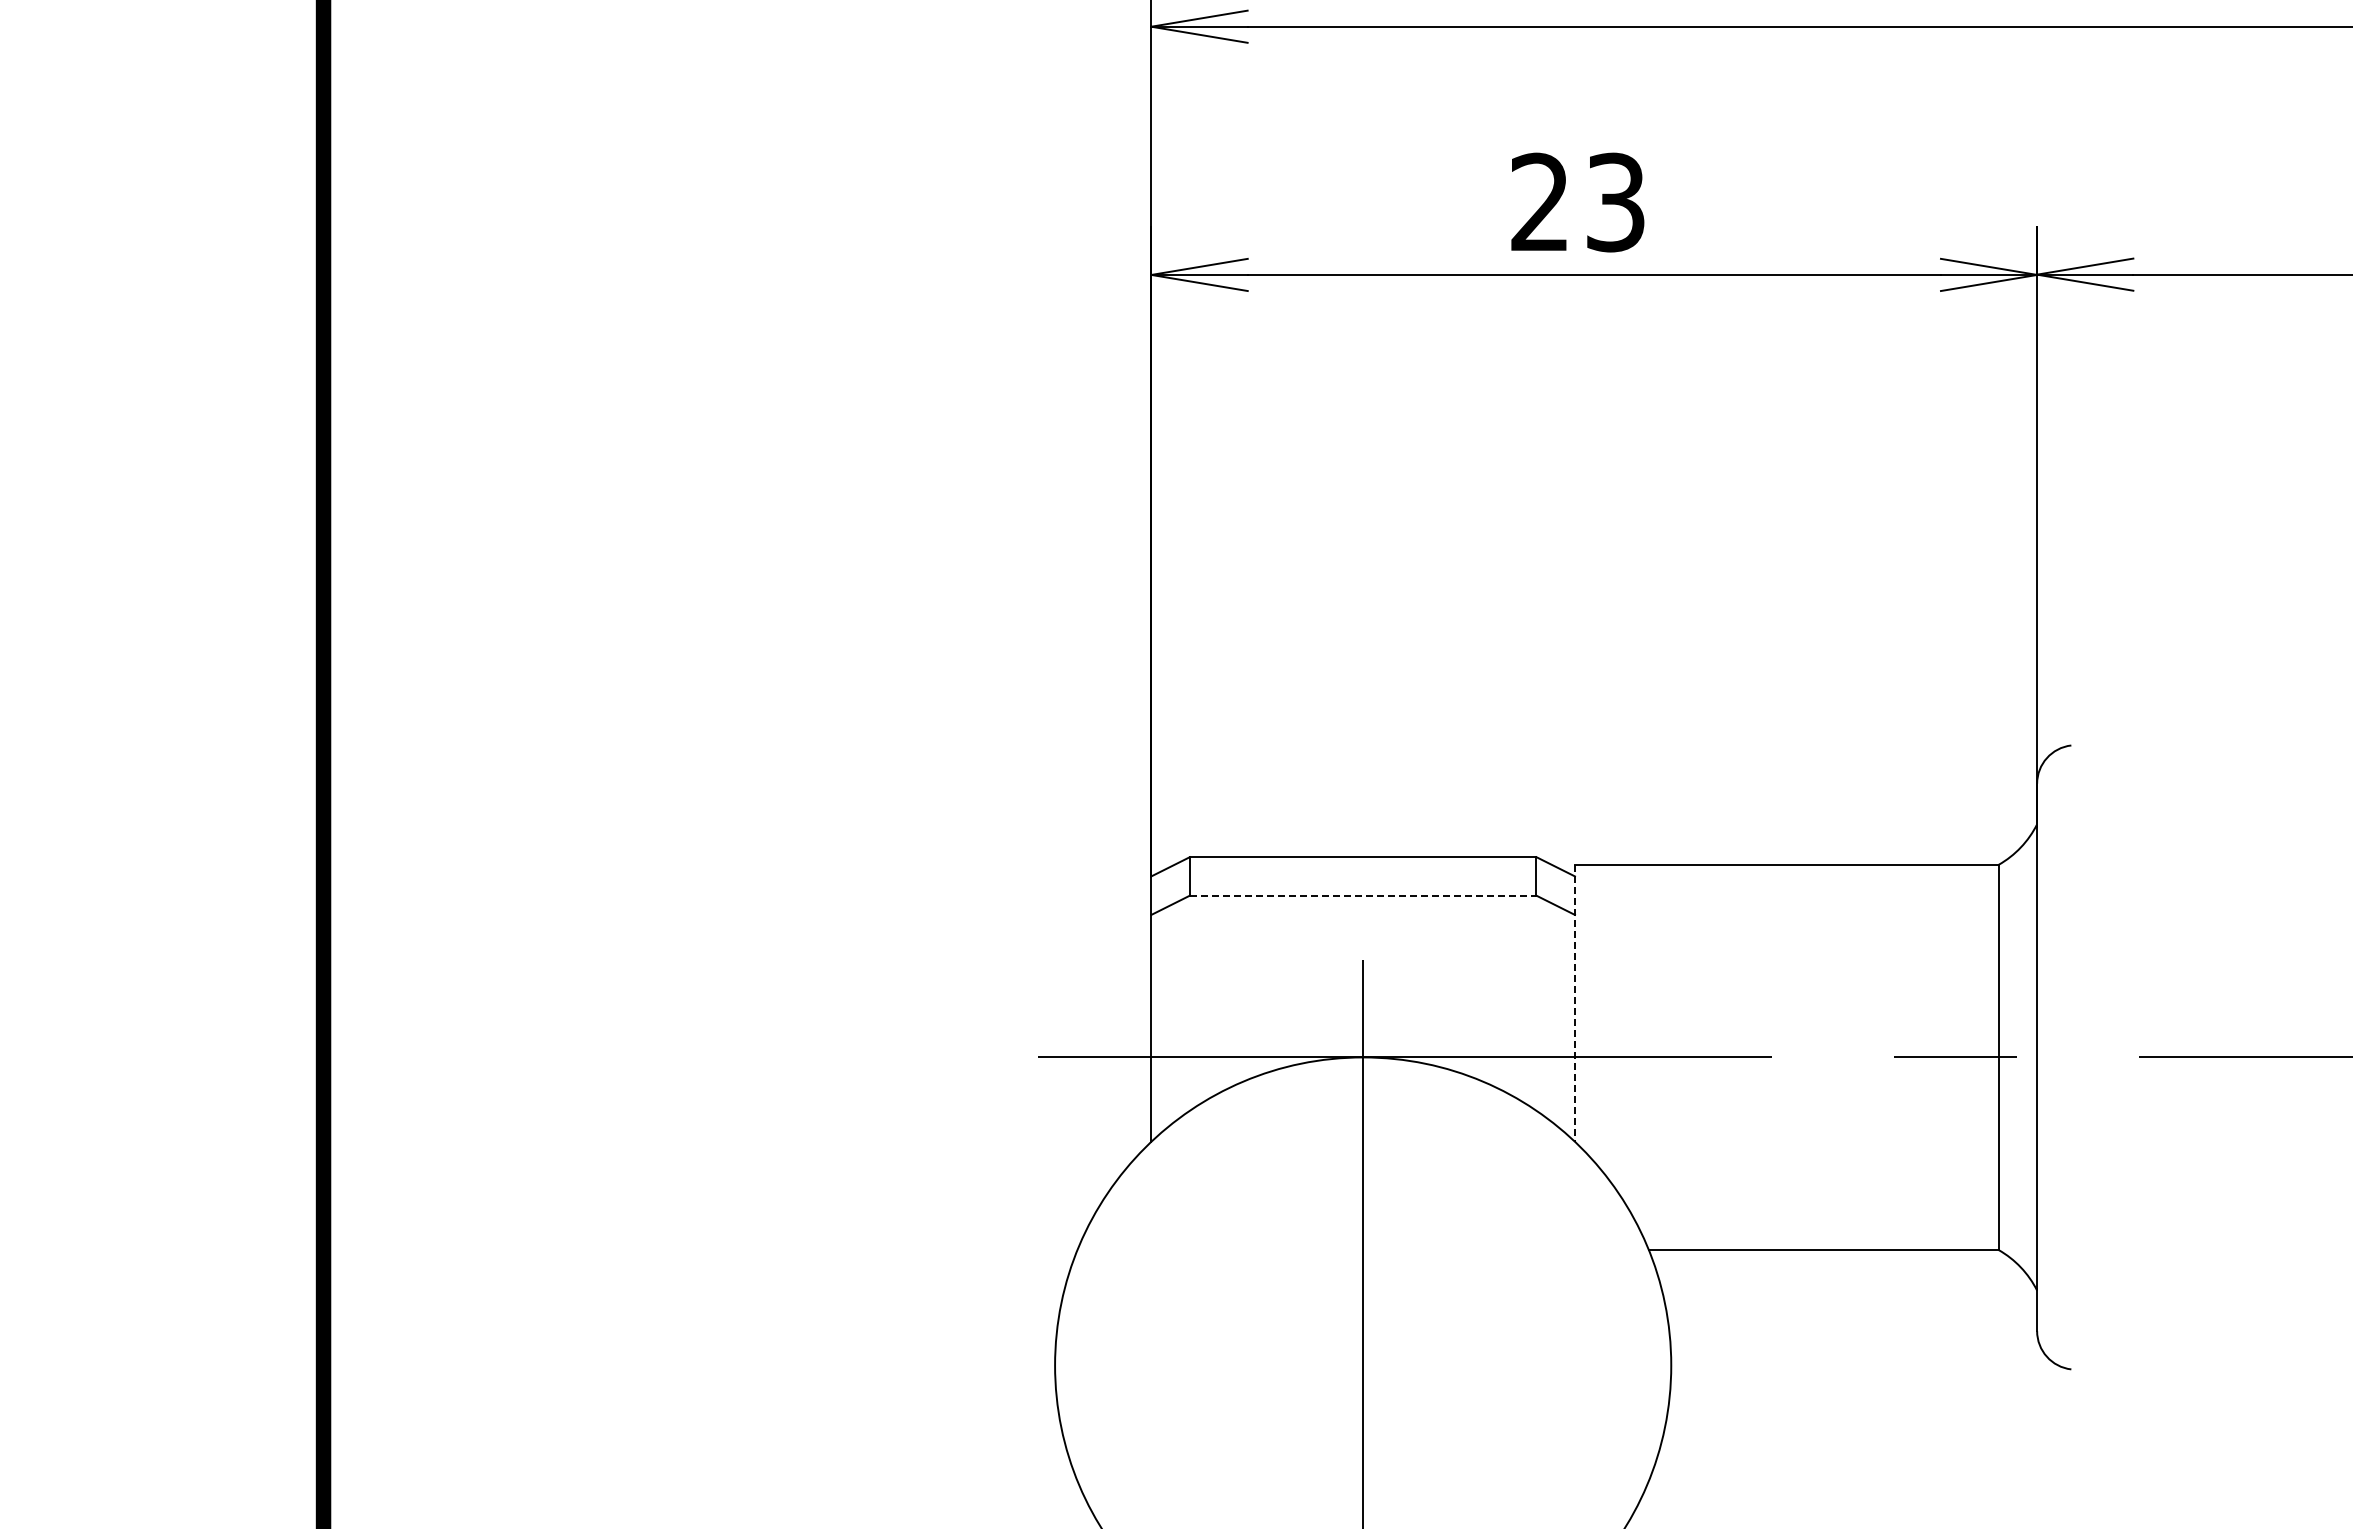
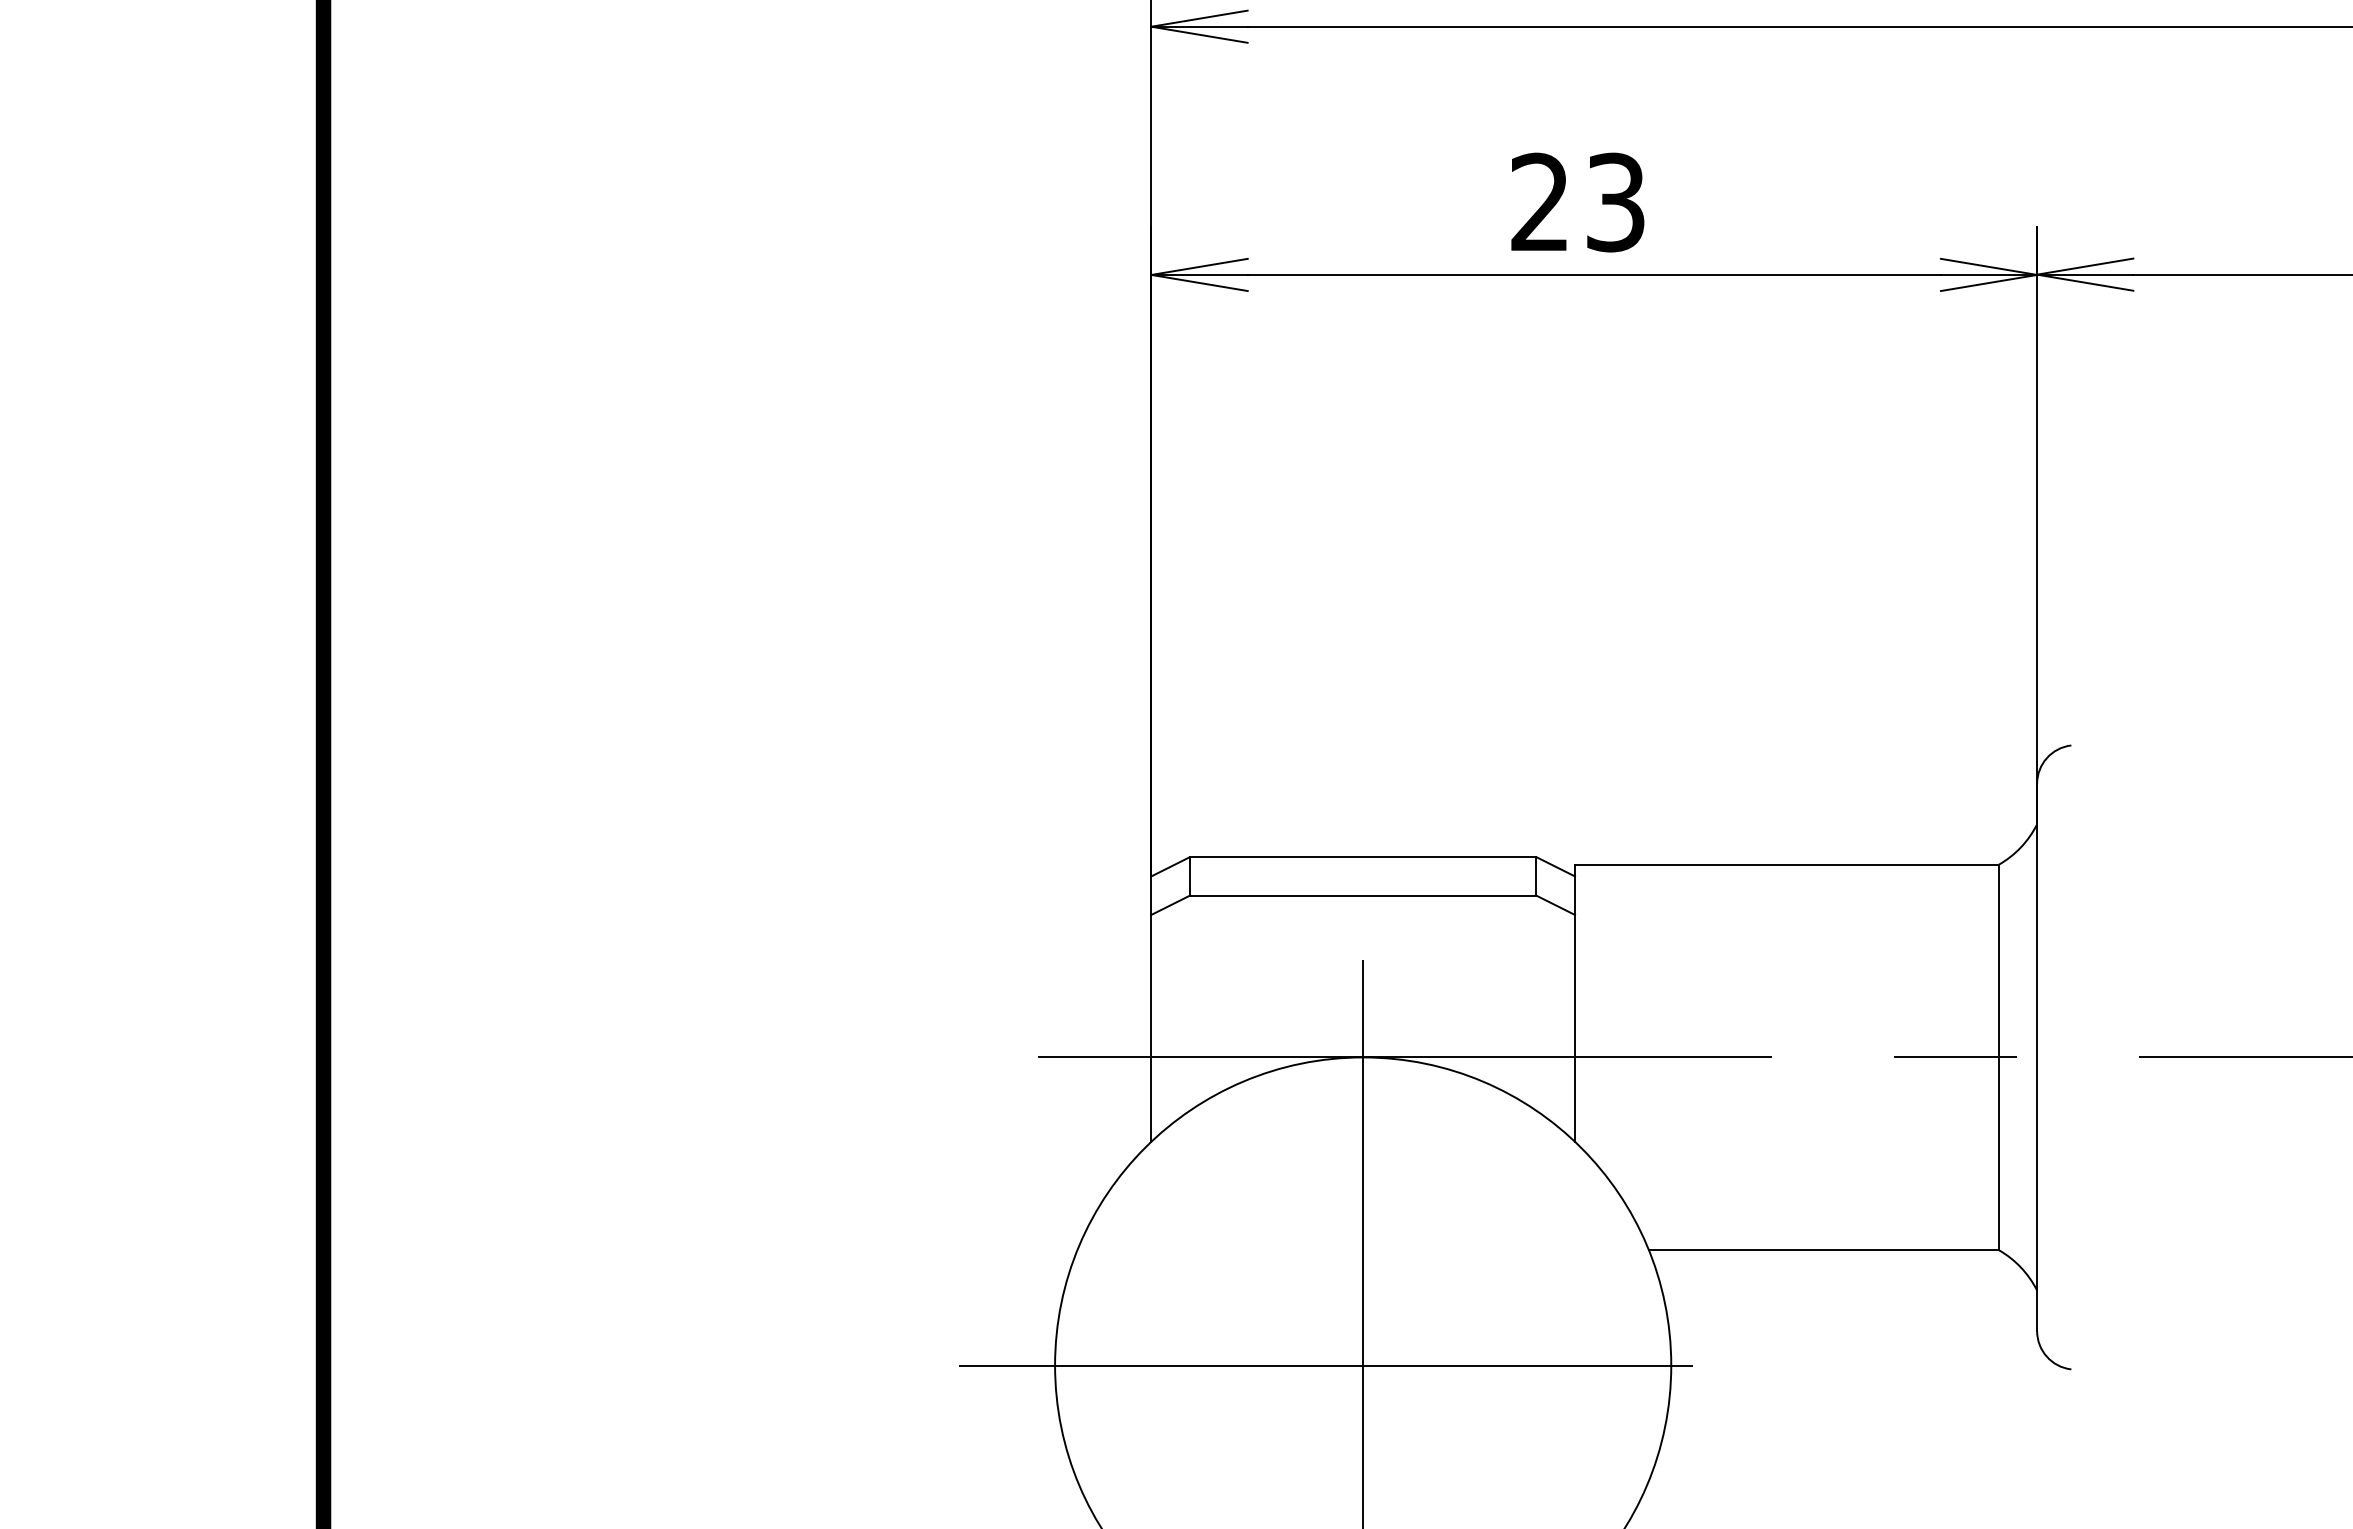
line at (1363, 895): dashed -> solid
line at (1574, 1003): dashed -> solid
line at (1361, 1365): none -> present
